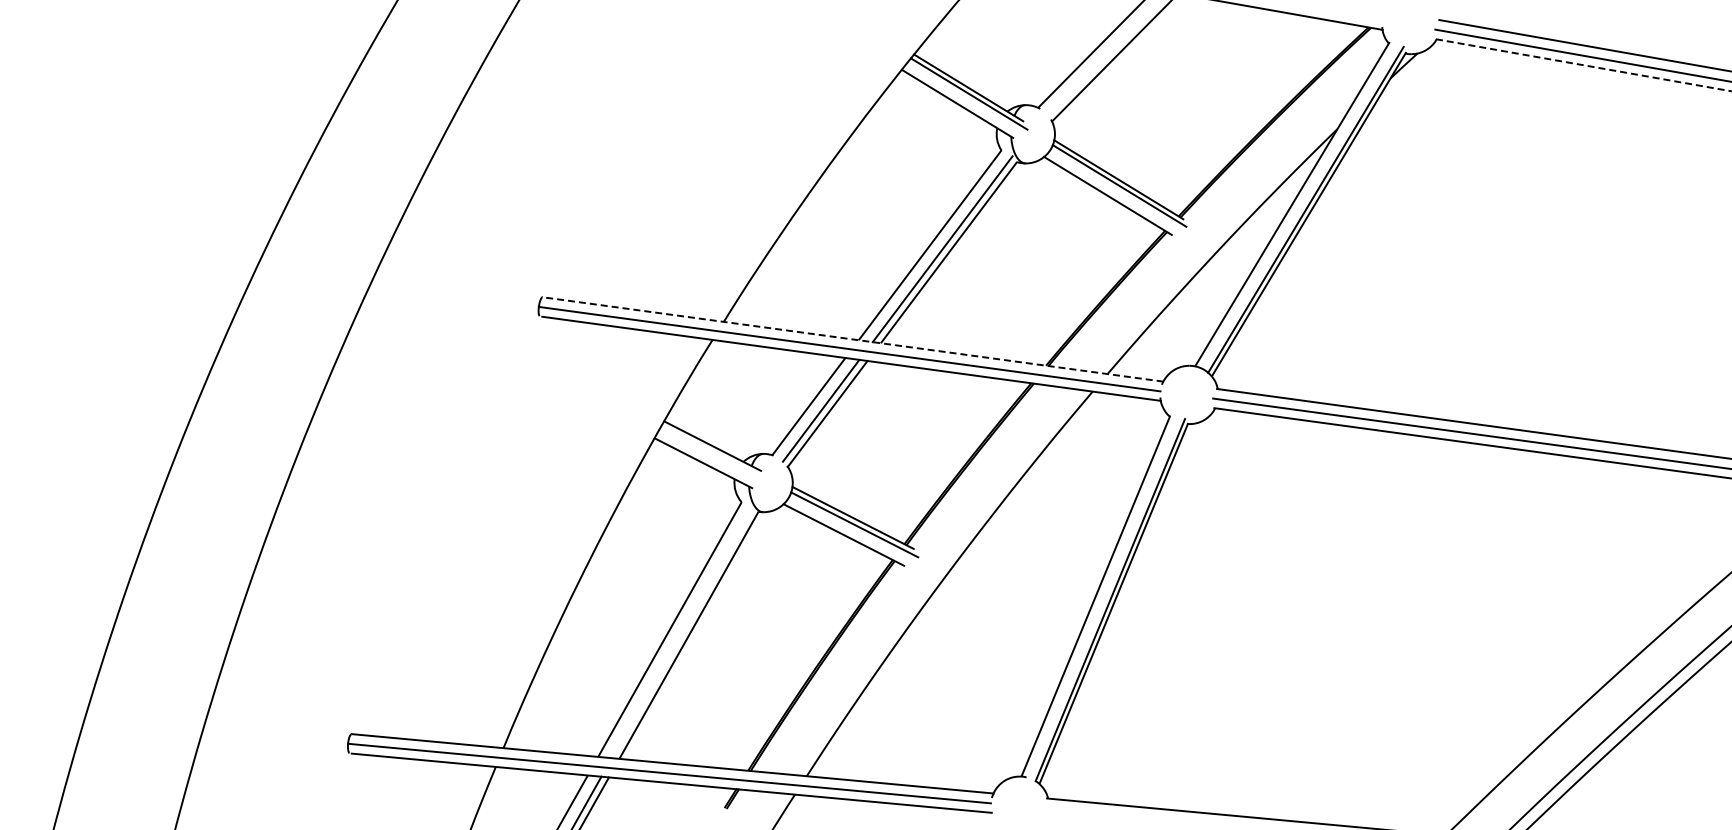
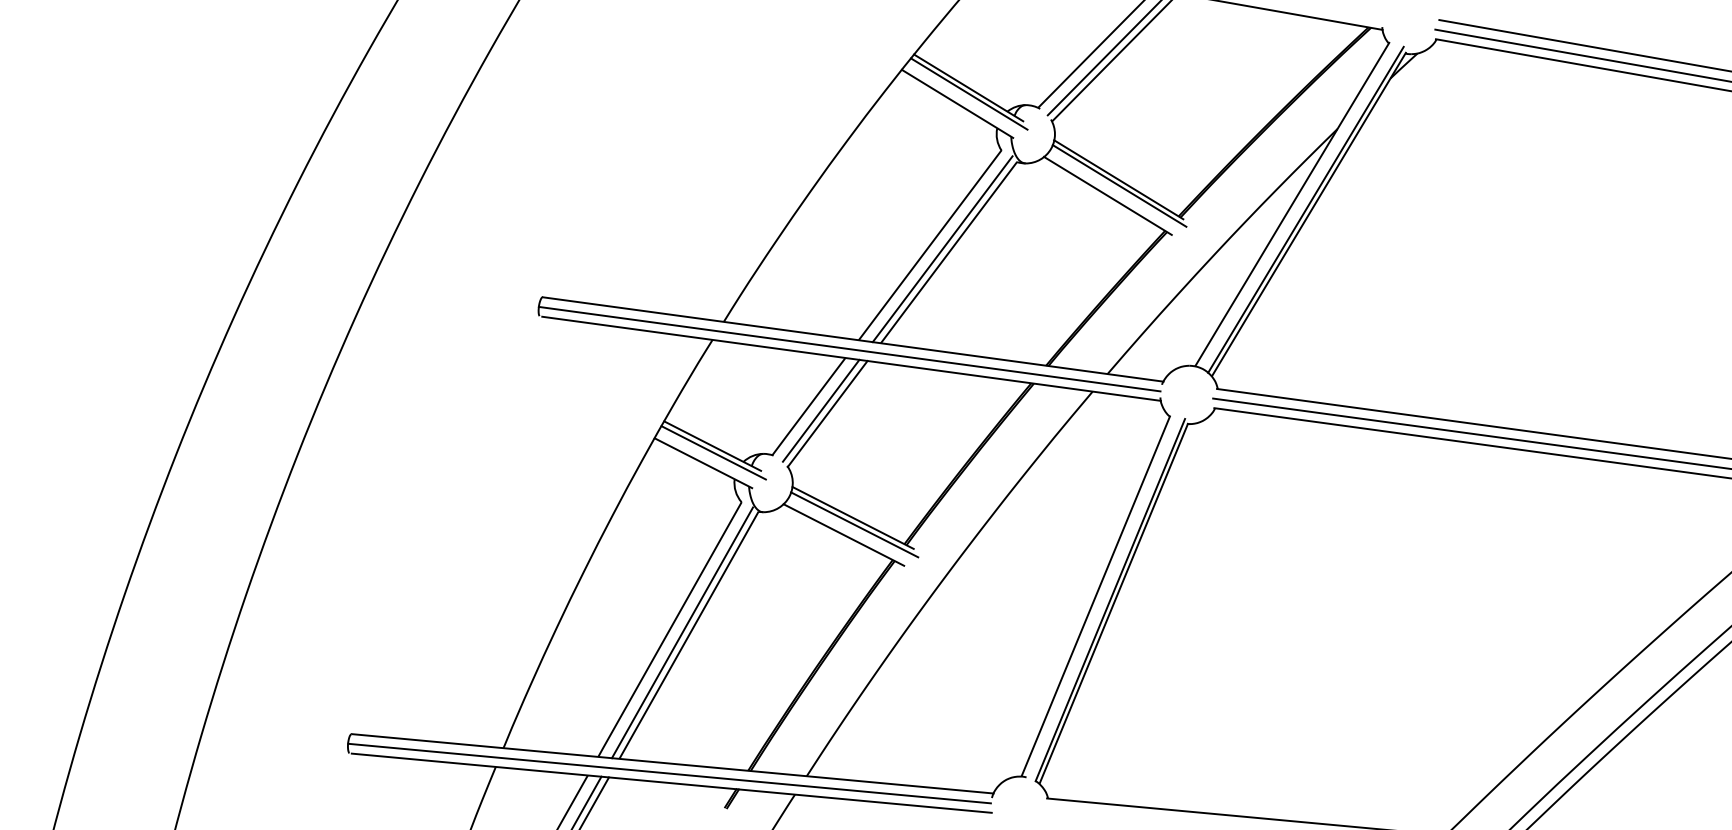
line at (1103, 58): none -> present
line at (1583, 65): dashed -> solid
line at (852, 339): dashed -> solid
line at (713, 452): none -> present
line at (682, 632): none -> present
